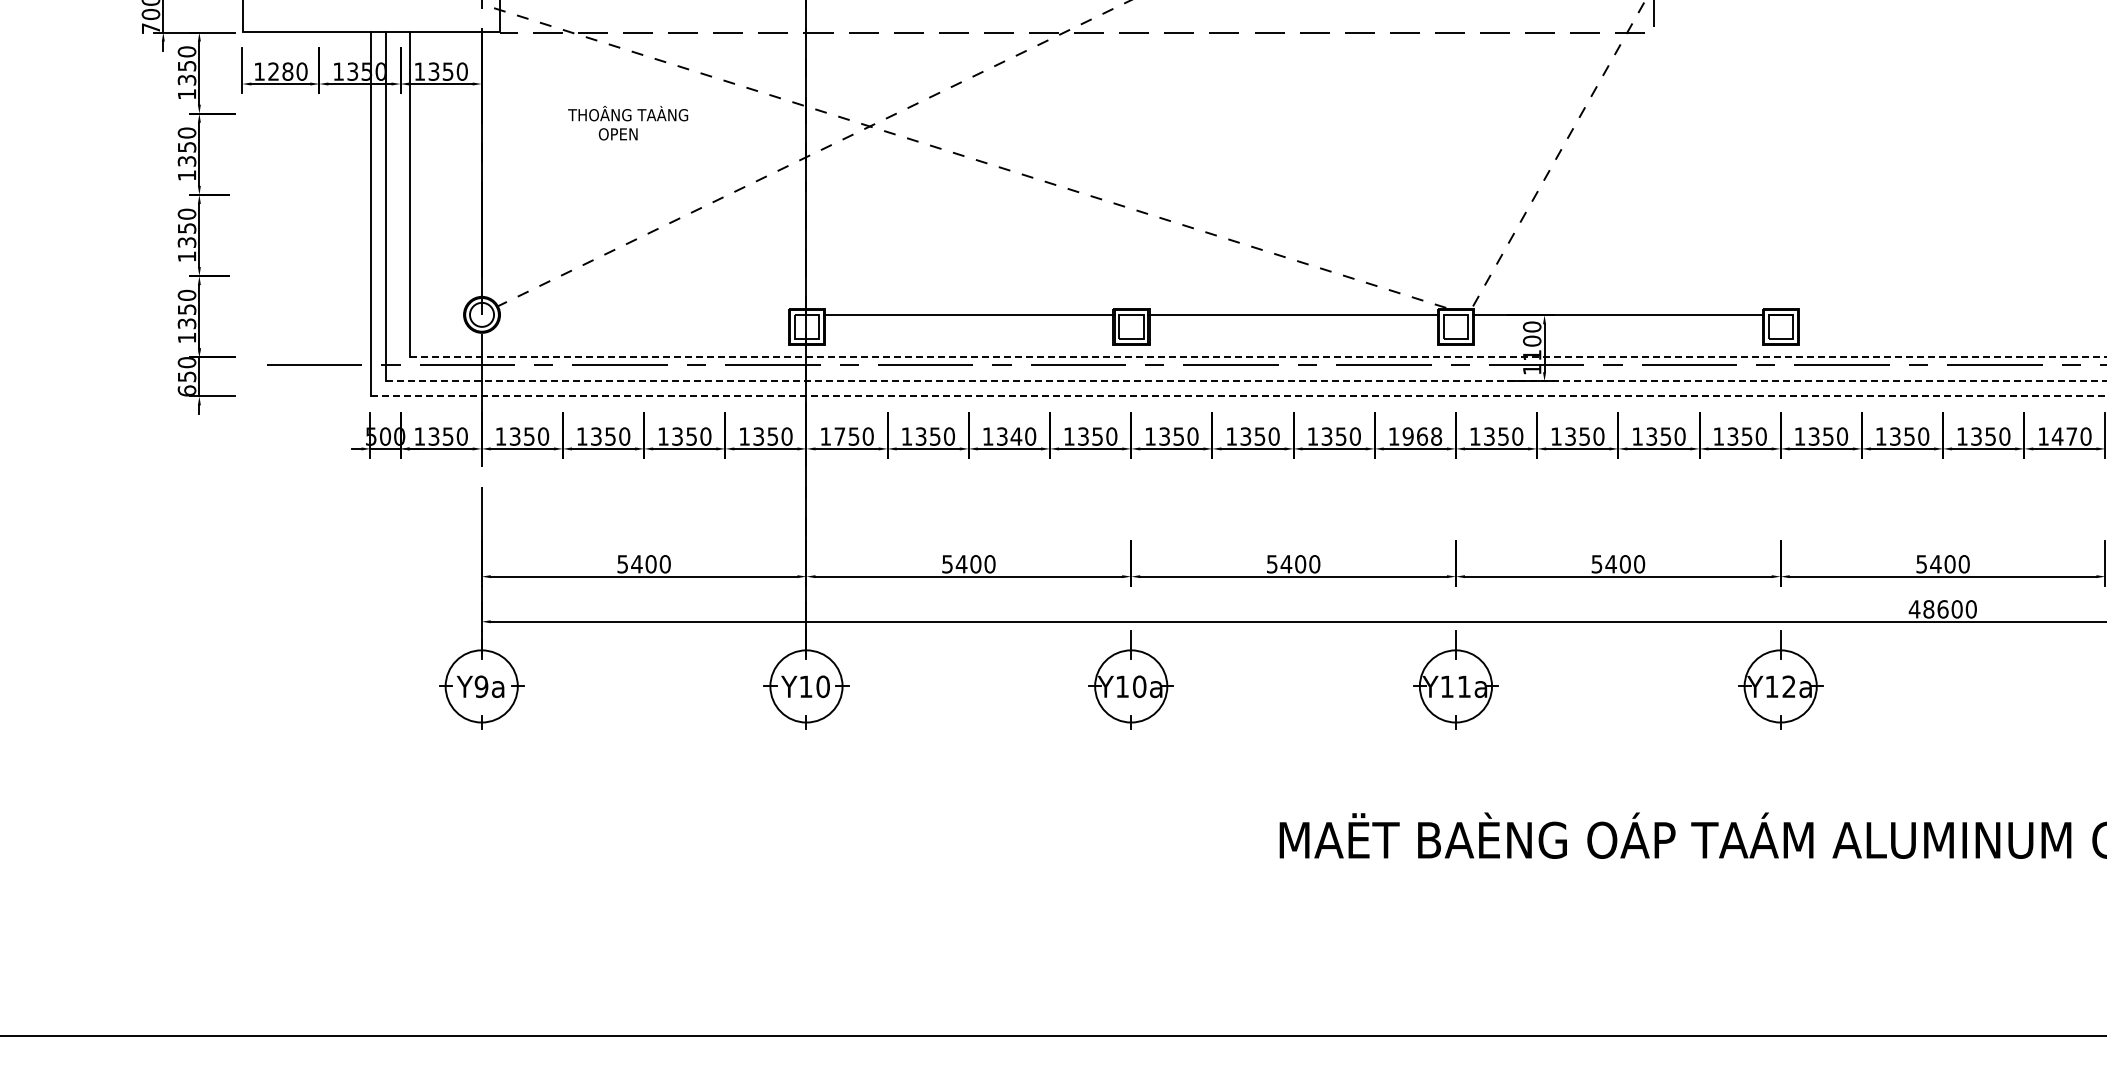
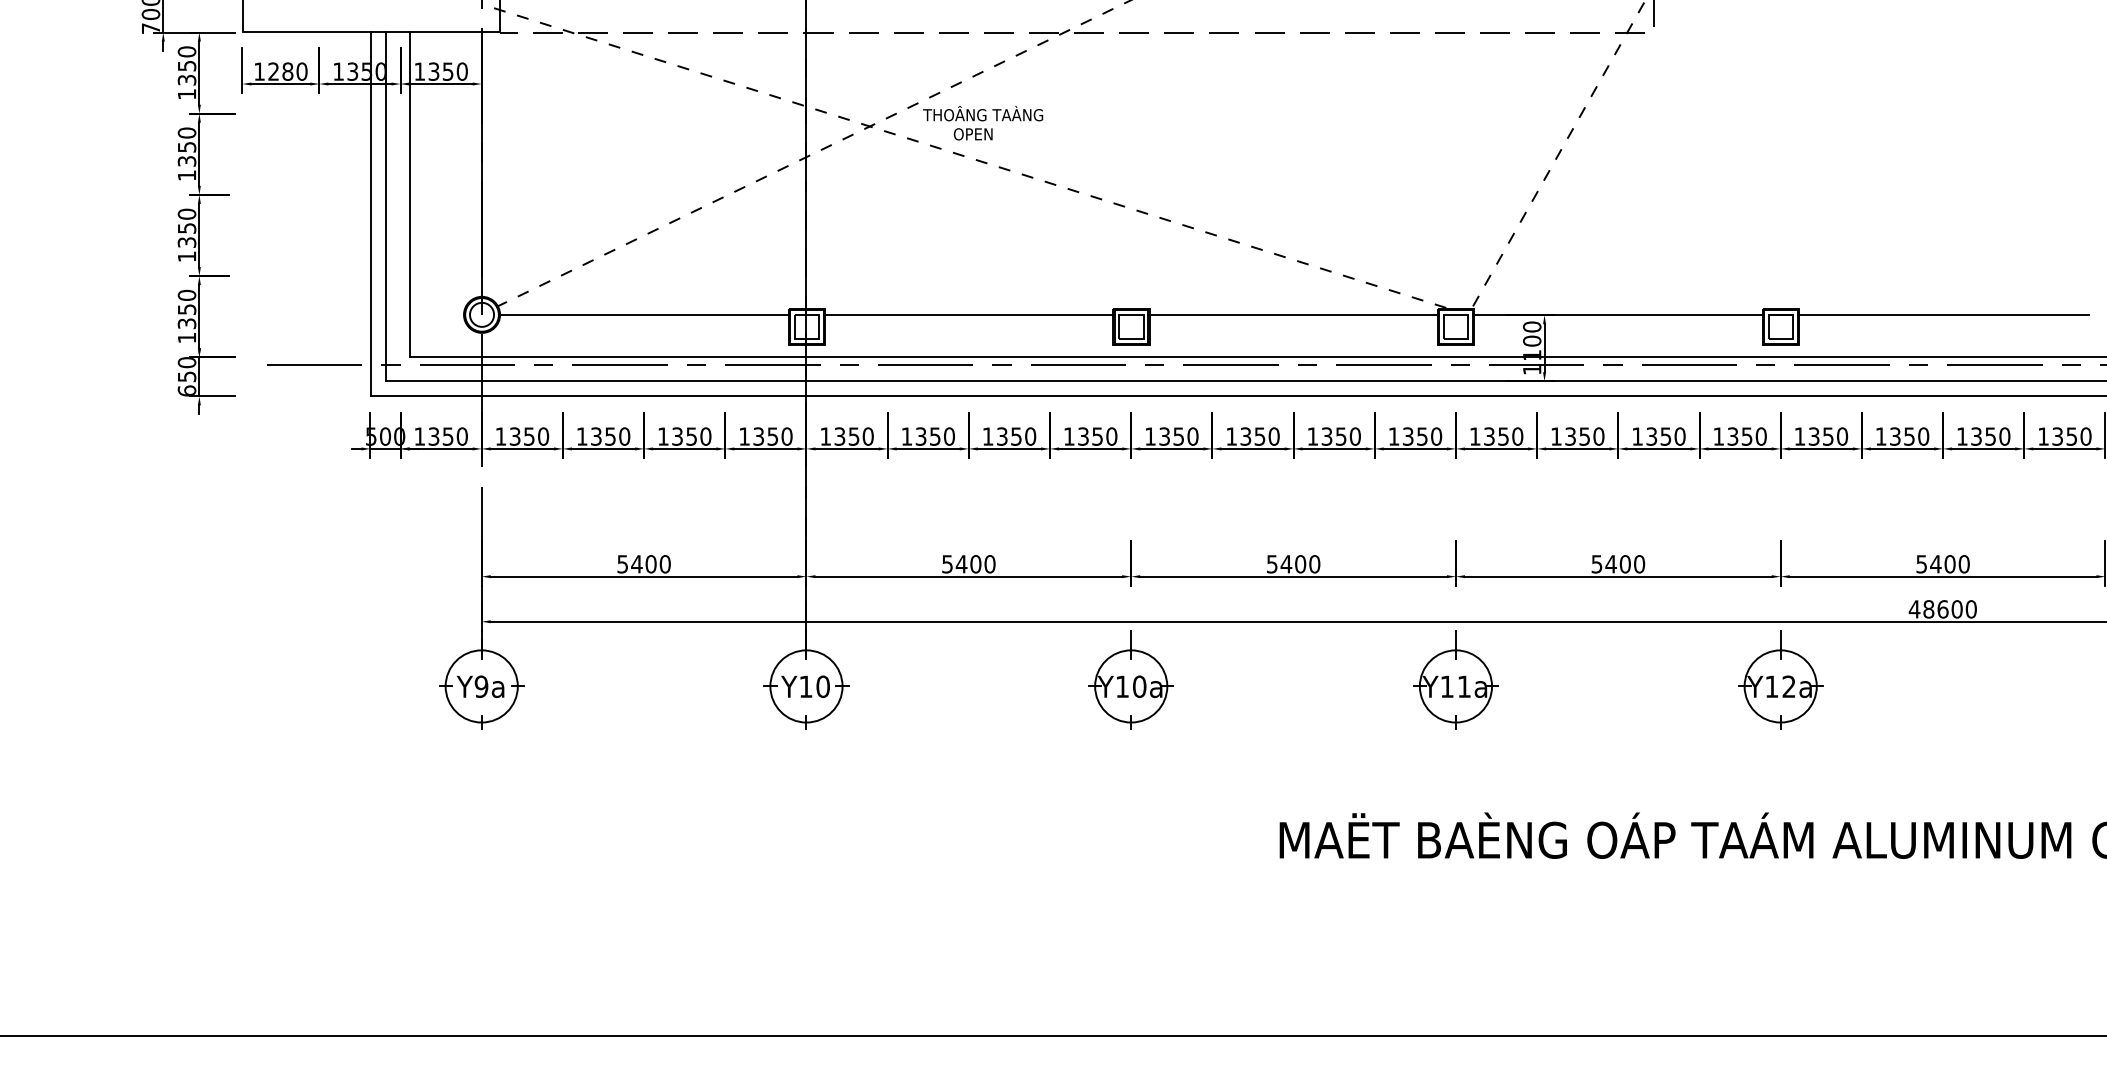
text at (628, 123) position: (628, 123) -> (983, 123)
line at (643, 314): none -> present
line at (1942, 314): none -> present
line at (1258, 356): dashed -> solid
line at (1246, 381): dashed -> solid
line at (1238, 396): dashed -> solid
text at (839, 436): 1750 -> 1350
text at (1016, 436): 1340 -> 1350
text at (1422, 436): 1968 -> 1350
text at (2063, 436): 1470 -> 1350
